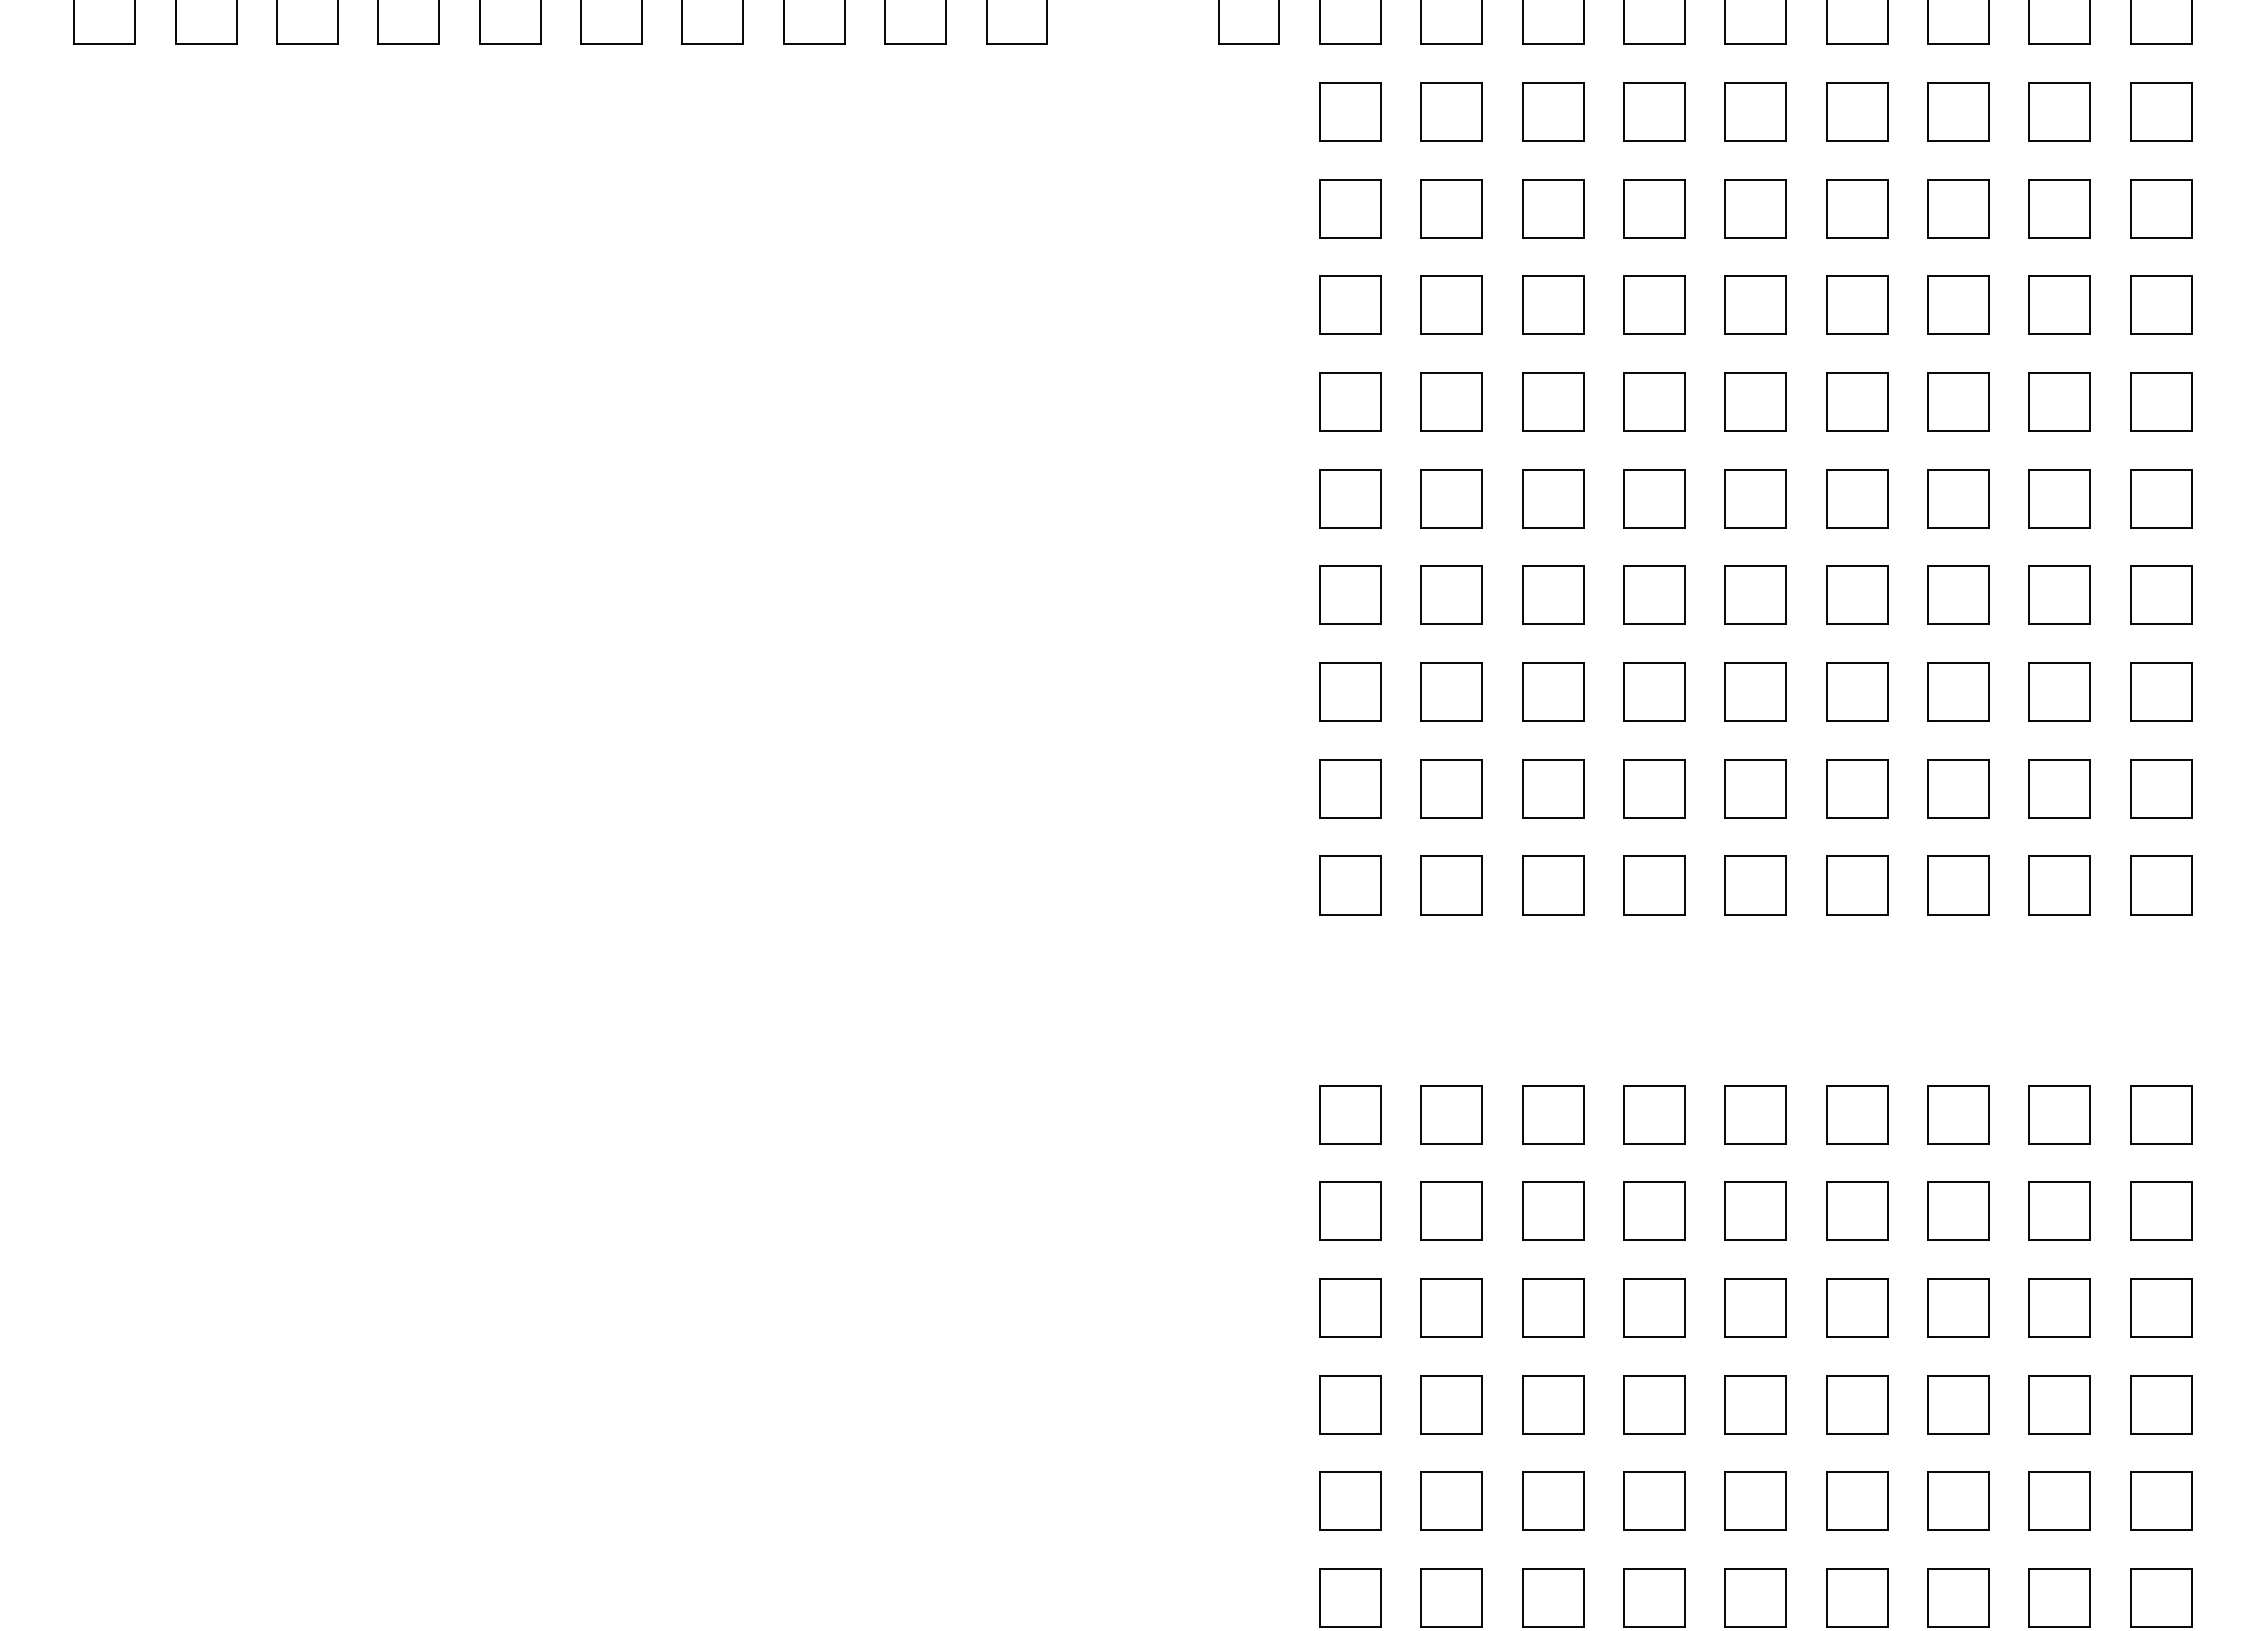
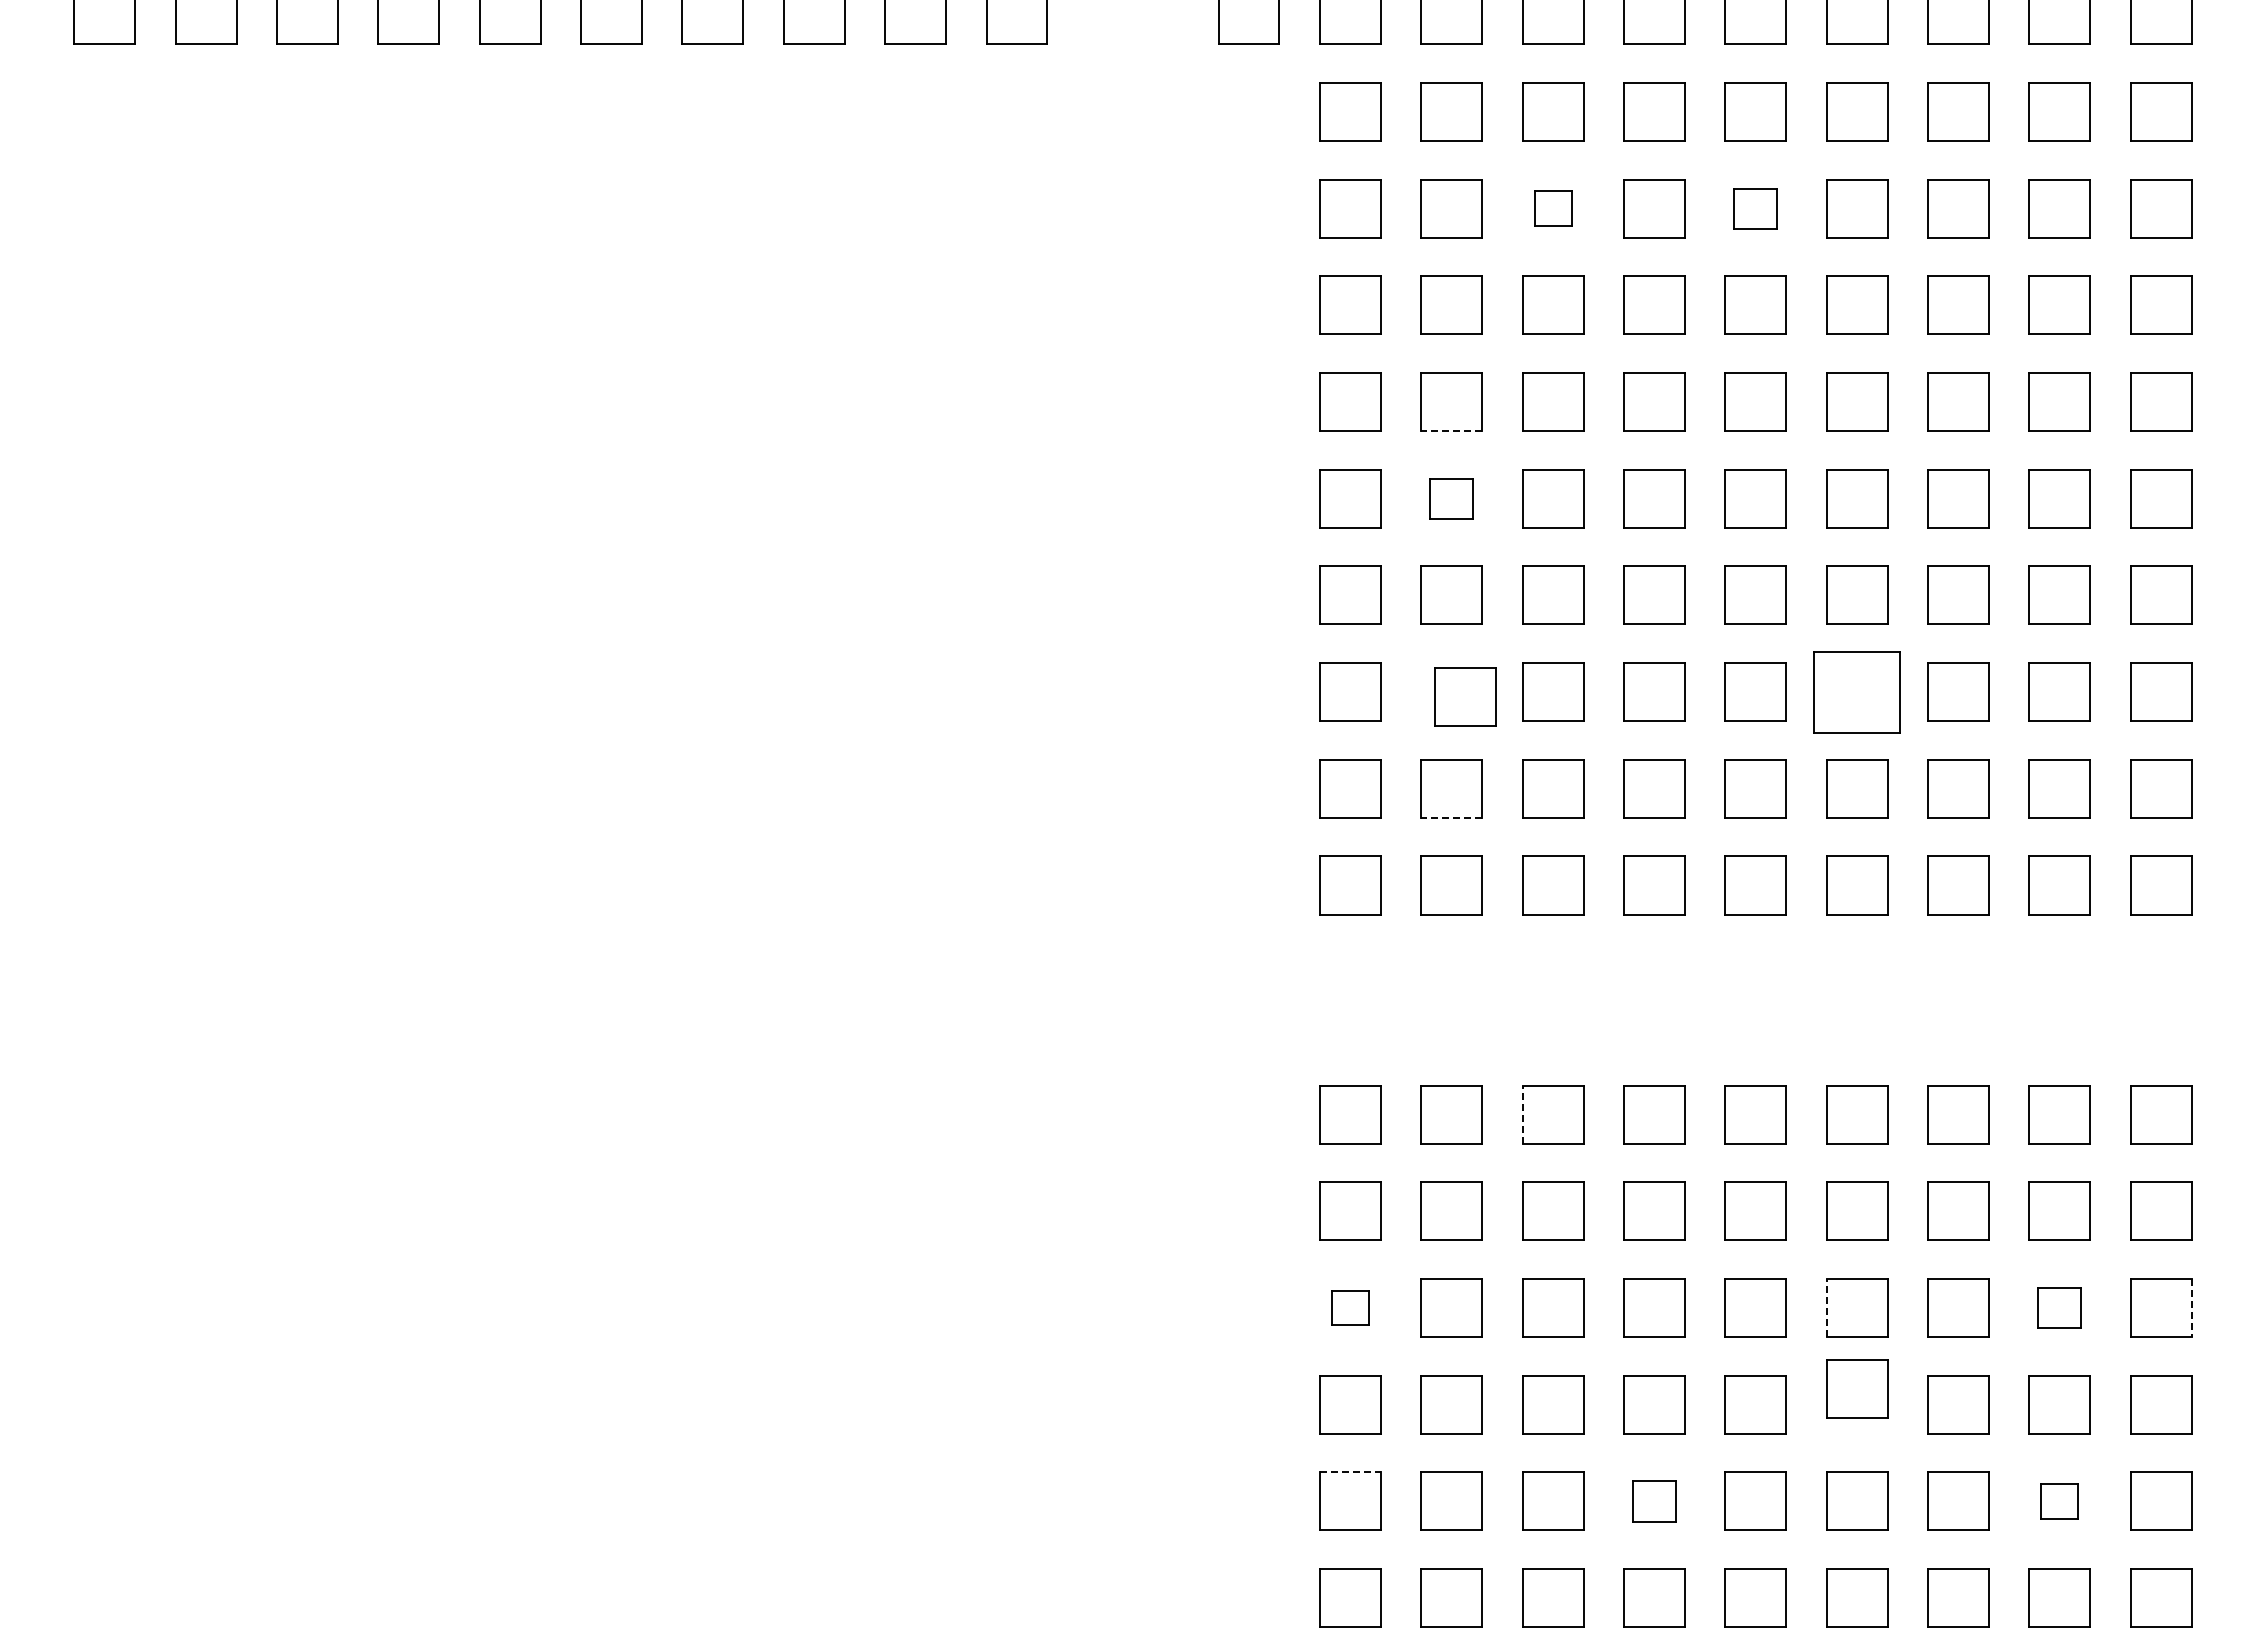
part at (1553, 208) size: 63x60 px -> 39x37 px
part at (1755, 208) size: 63x60 px -> 45x42 px
line at (1451, 431): solid -> dashed
part at (1451, 498) size: 63x60 px -> 45x42 px
part at (1451, 691) position: (1451, 691) -> (1465, 696)
part at (1857, 691) size: 63x60 px -> 88x83 px
line at (1451, 817): solid -> dashed
line at (1522, 1114): solid -> dashed
part at (1350, 1307) size: 63x60 px -> 39x36 px
line at (1826, 1307): solid -> dashed
part at (2059, 1307) size: 63x60 px -> 45x42 px
line at (2191, 1308): solid -> dashed
part at (1857, 1404) position: (1857, 1404) -> (1857, 1388)
line at (1350, 1472): solid -> dashed
part at (1654, 1500) size: 63x60 px -> 45x43 px
part at (2059, 1500) size: 63x60 px -> 39x37 px
